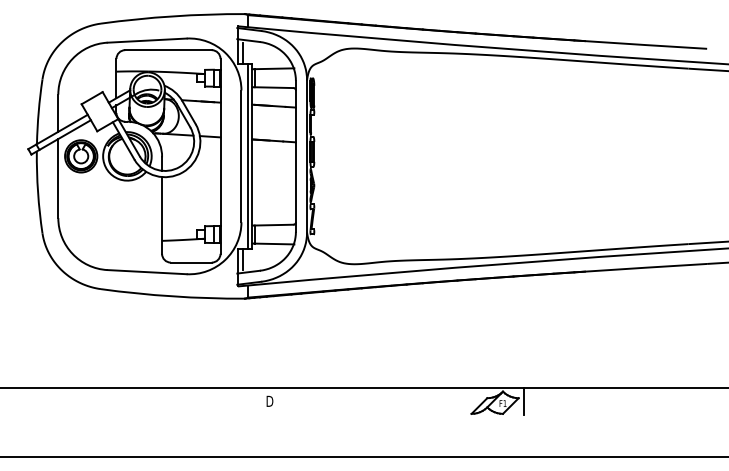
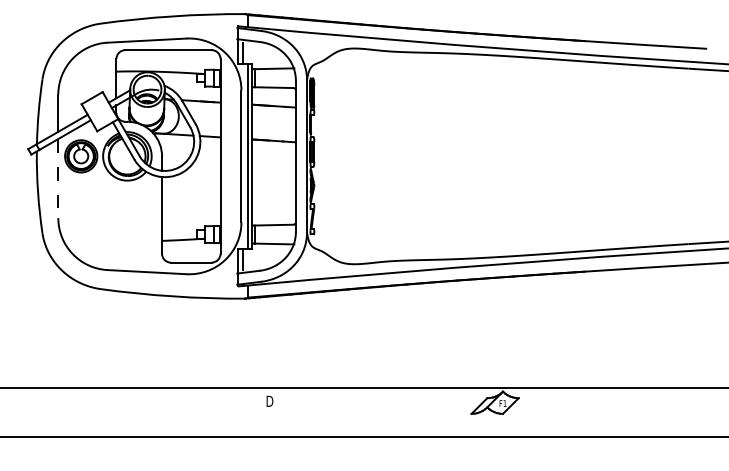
line at (58, 178): solid -> dashed
line at (524, 401): present -> none
line at (363, 456) position: (363, 456) -> (363, 436)
